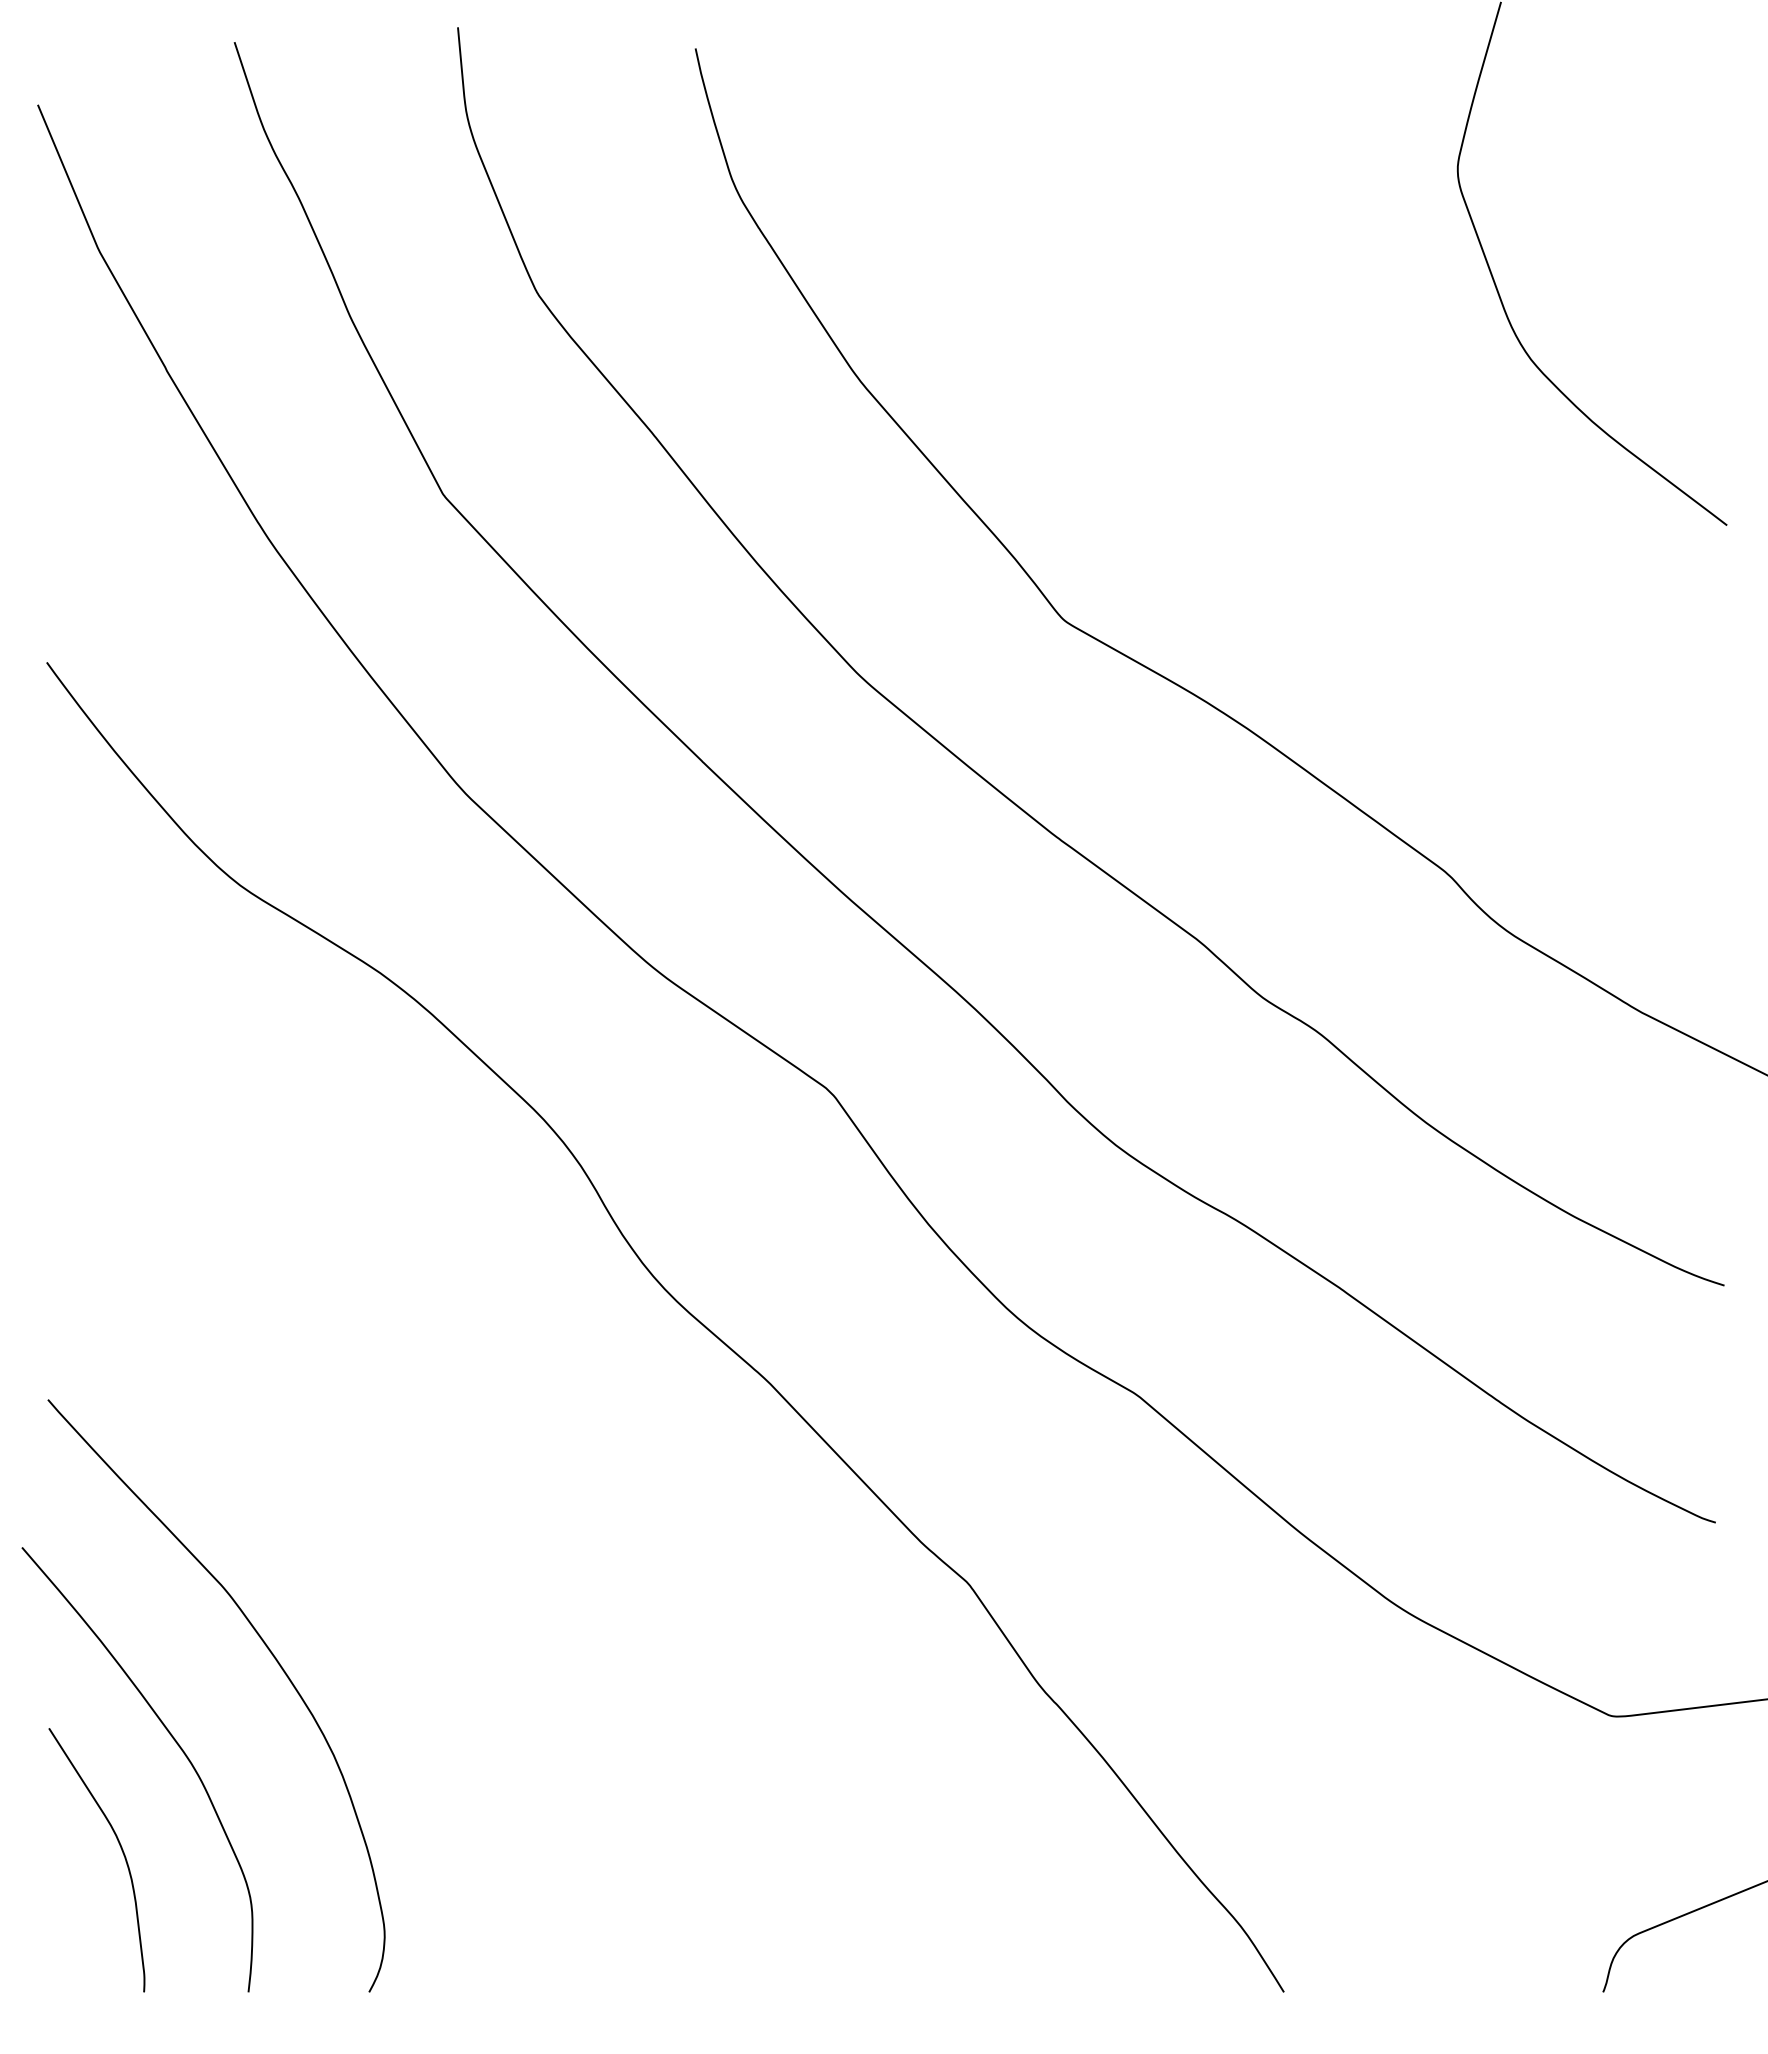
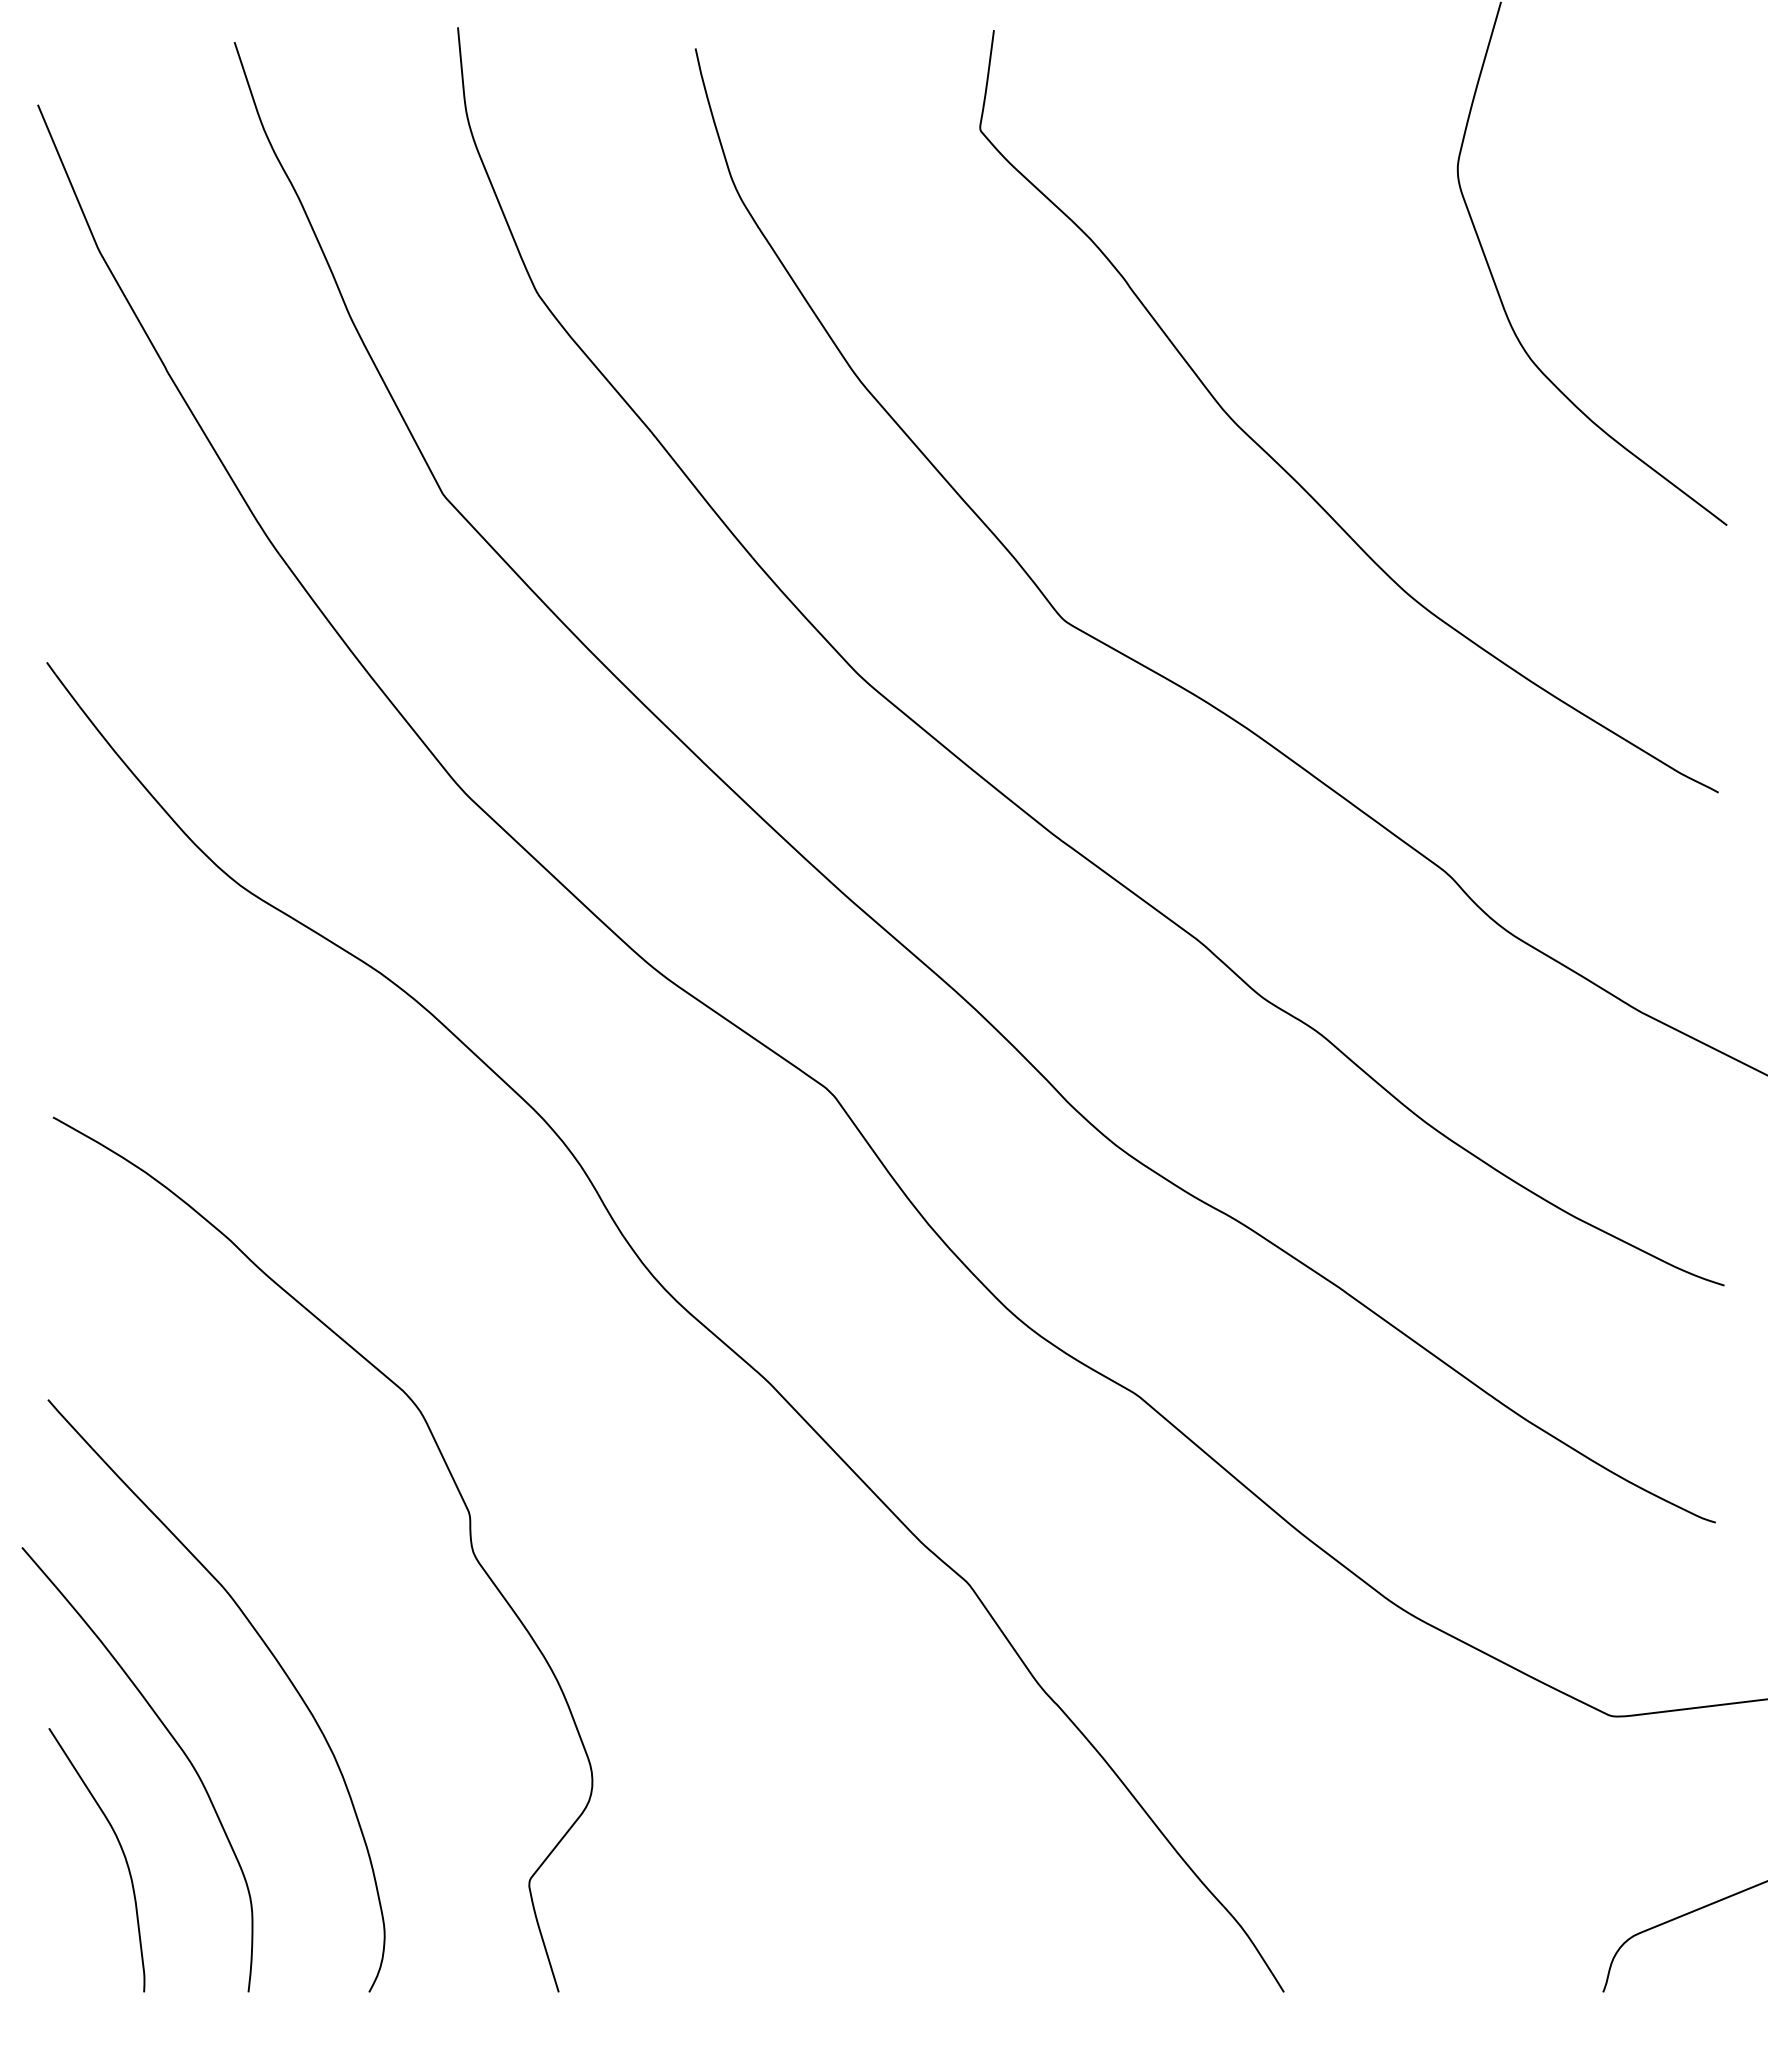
curve at (1287, 471): none -> present
curve at (469, 1537): none -> present
